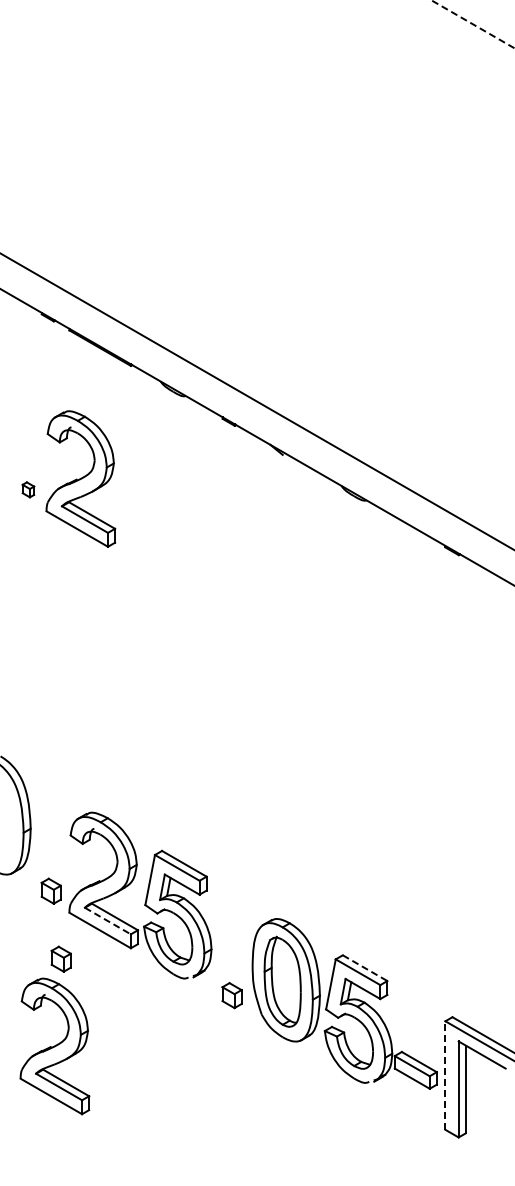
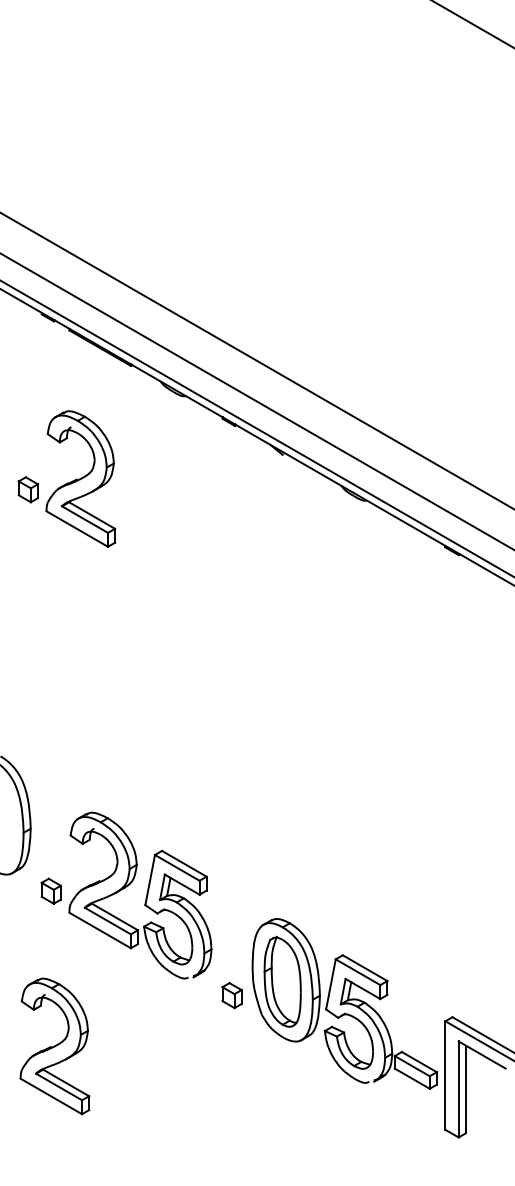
line at (473, 24): dashed -> solid
line at (256, 360): none -> present
line at (256, 428): none -> present
part at (28, 489) size: 15x18 px -> 23x28 px
line at (107, 921): dashed -> solid
part at (60, 958): present -> none
line at (365, 968): dashed -> solid
line at (445, 1075): dashed -> solid
